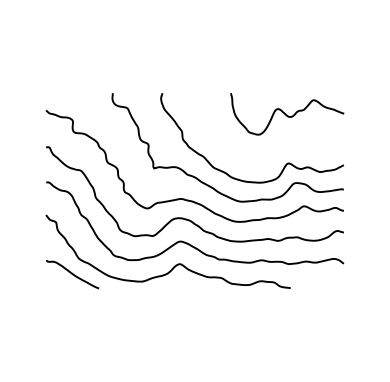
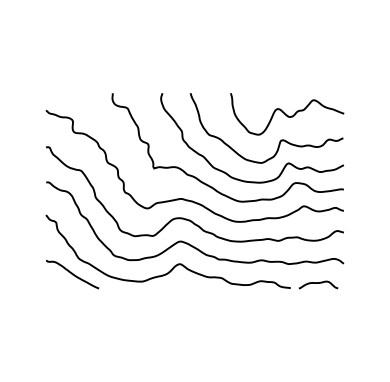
curve at (279, 141): none -> present
curve at (318, 283): none -> present
